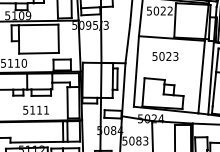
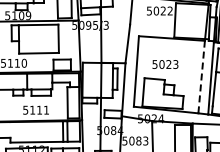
line at (140, 19): present -> none
text at (165, 56) position: (165, 56) -> (165, 64)
line at (201, 76): solid -> dashed
